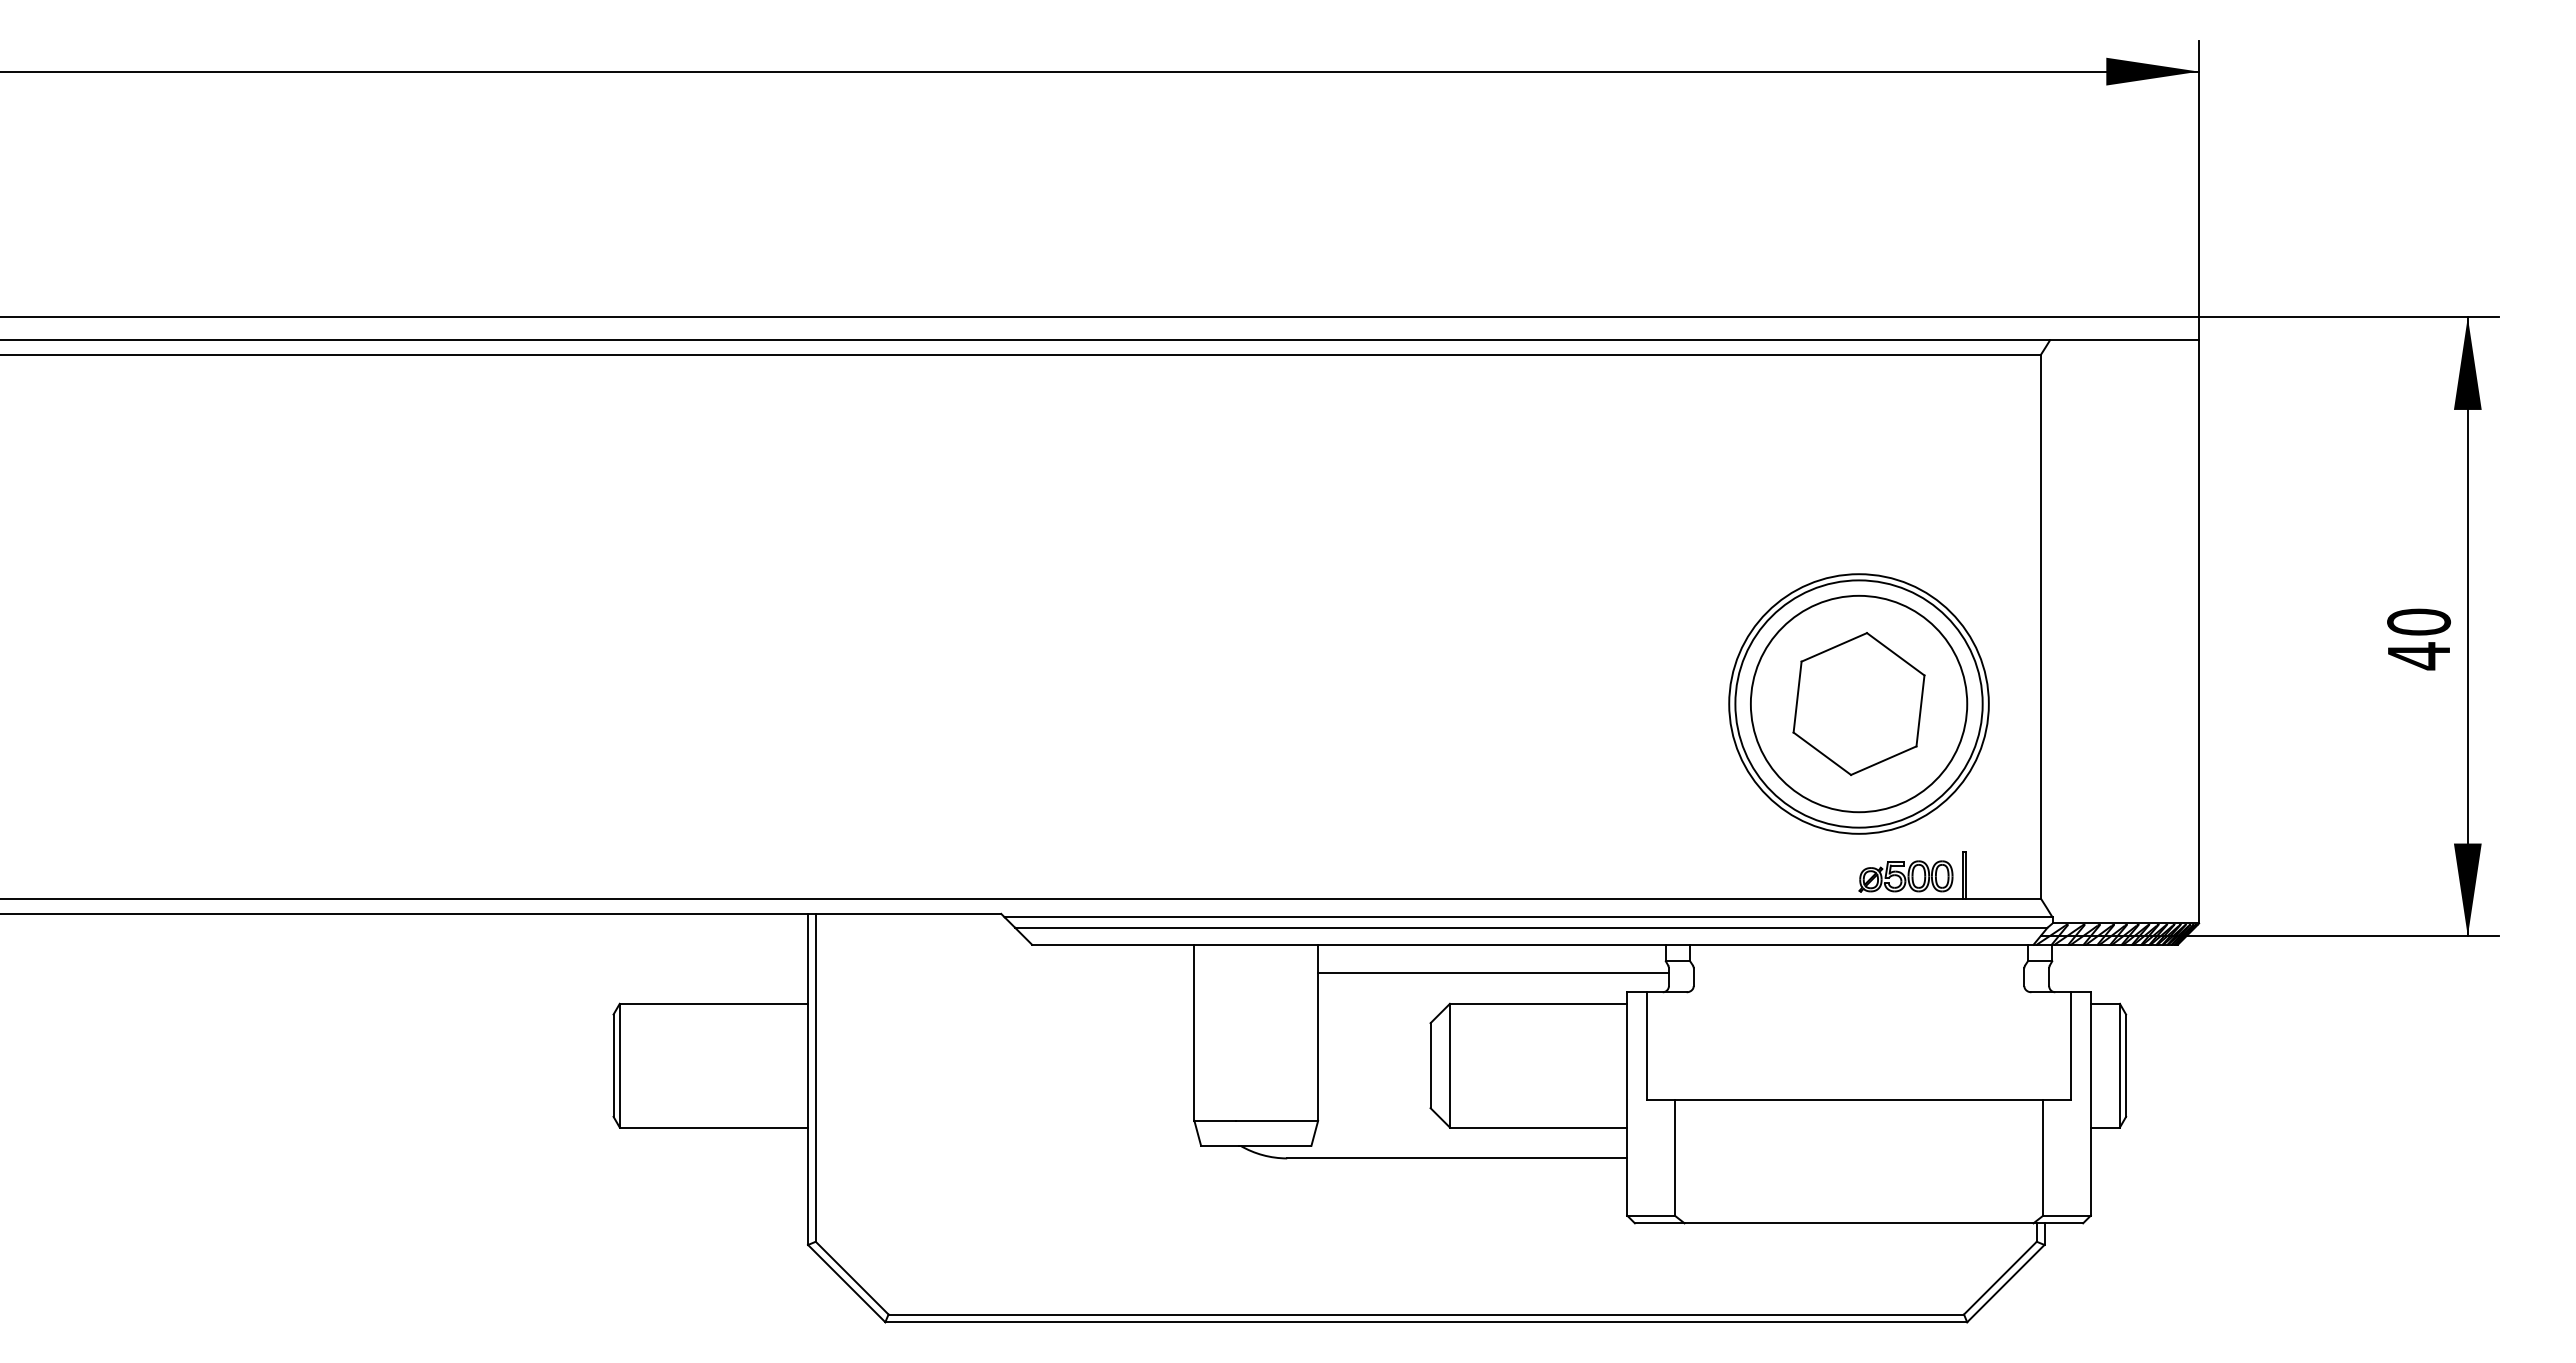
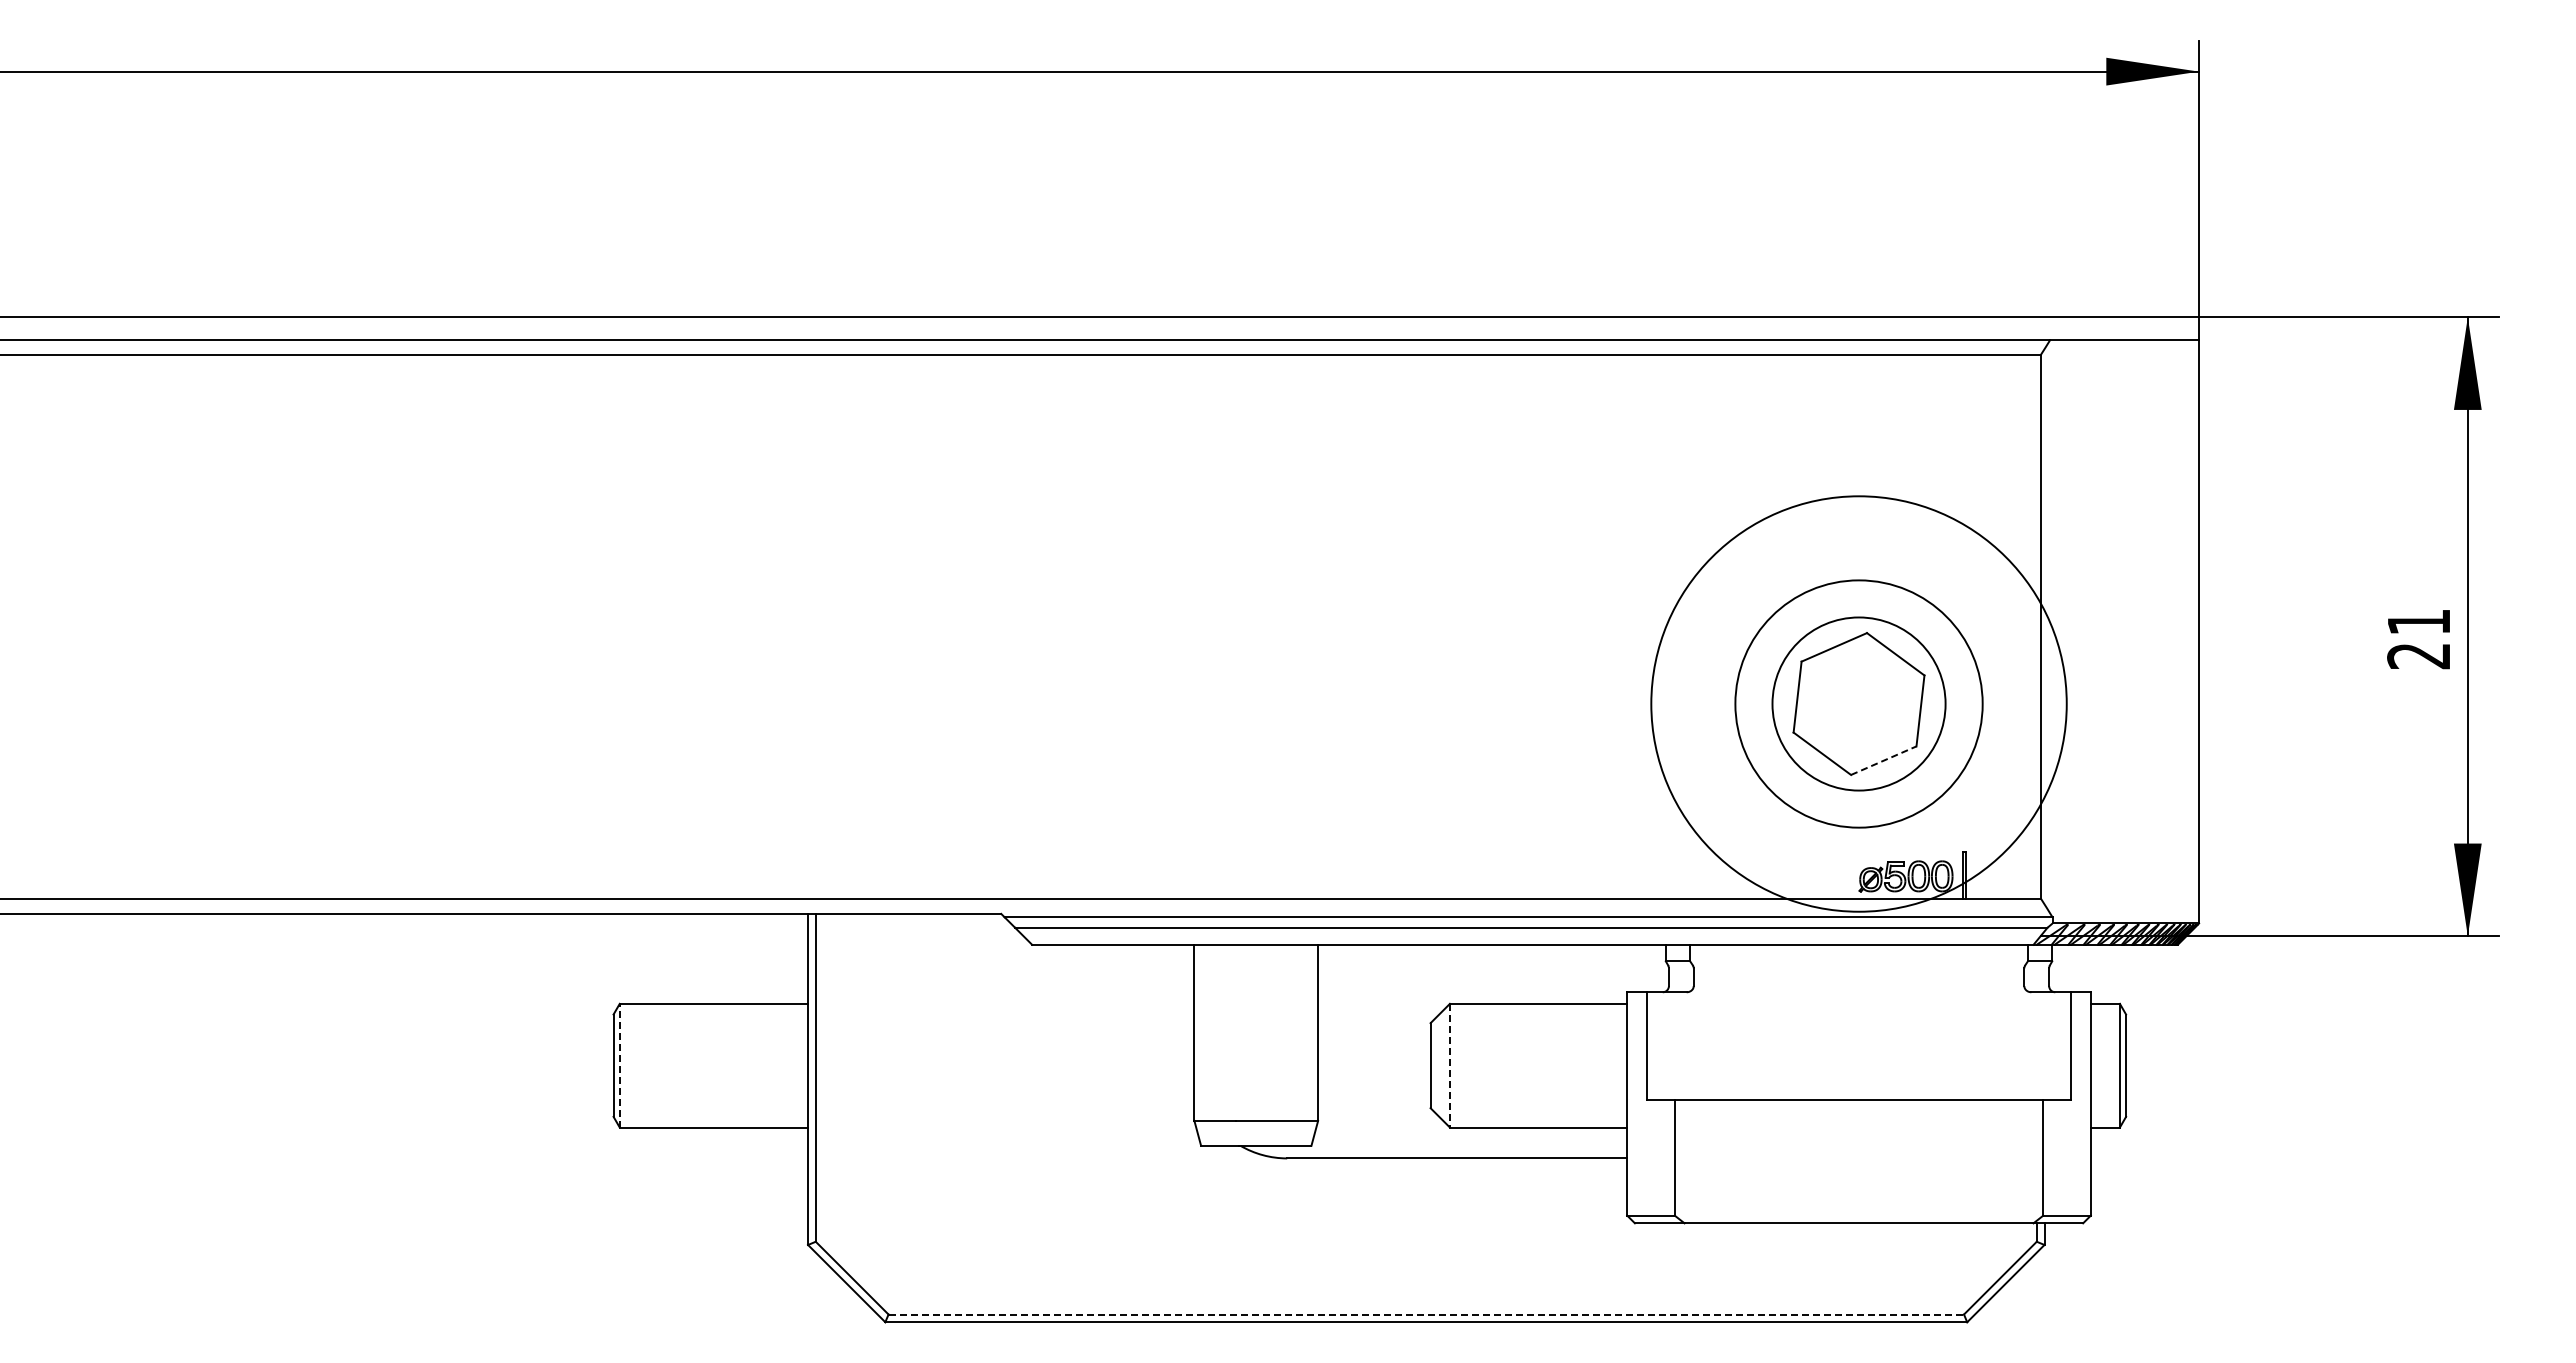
text at (2419, 639): 40 -> 21
circle at (1858, 703) diameter: 216 px -> 173 px
circle at (1858, 703) diameter: 260 px -> 415 px
line at (1883, 760): solid -> dashed
line at (1493, 972): present -> none
line at (619, 1065): solid -> dashed
line at (1449, 1065): solid -> dashed
line at (1426, 1314): solid -> dashed
